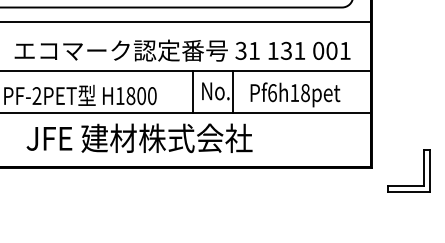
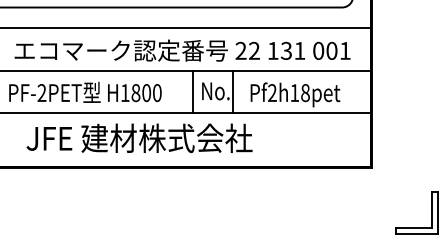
line at (186, 22) position: (186, 22) -> (186, 28)
text at (247, 50): 31 -> 22
text at (272, 93): Pf6h18pet -> Pf2h18pet
text at (80, 94) position: (80, 94) -> (85, 91)
part at (423, 170) position: (423, 170) -> (431, 212)
